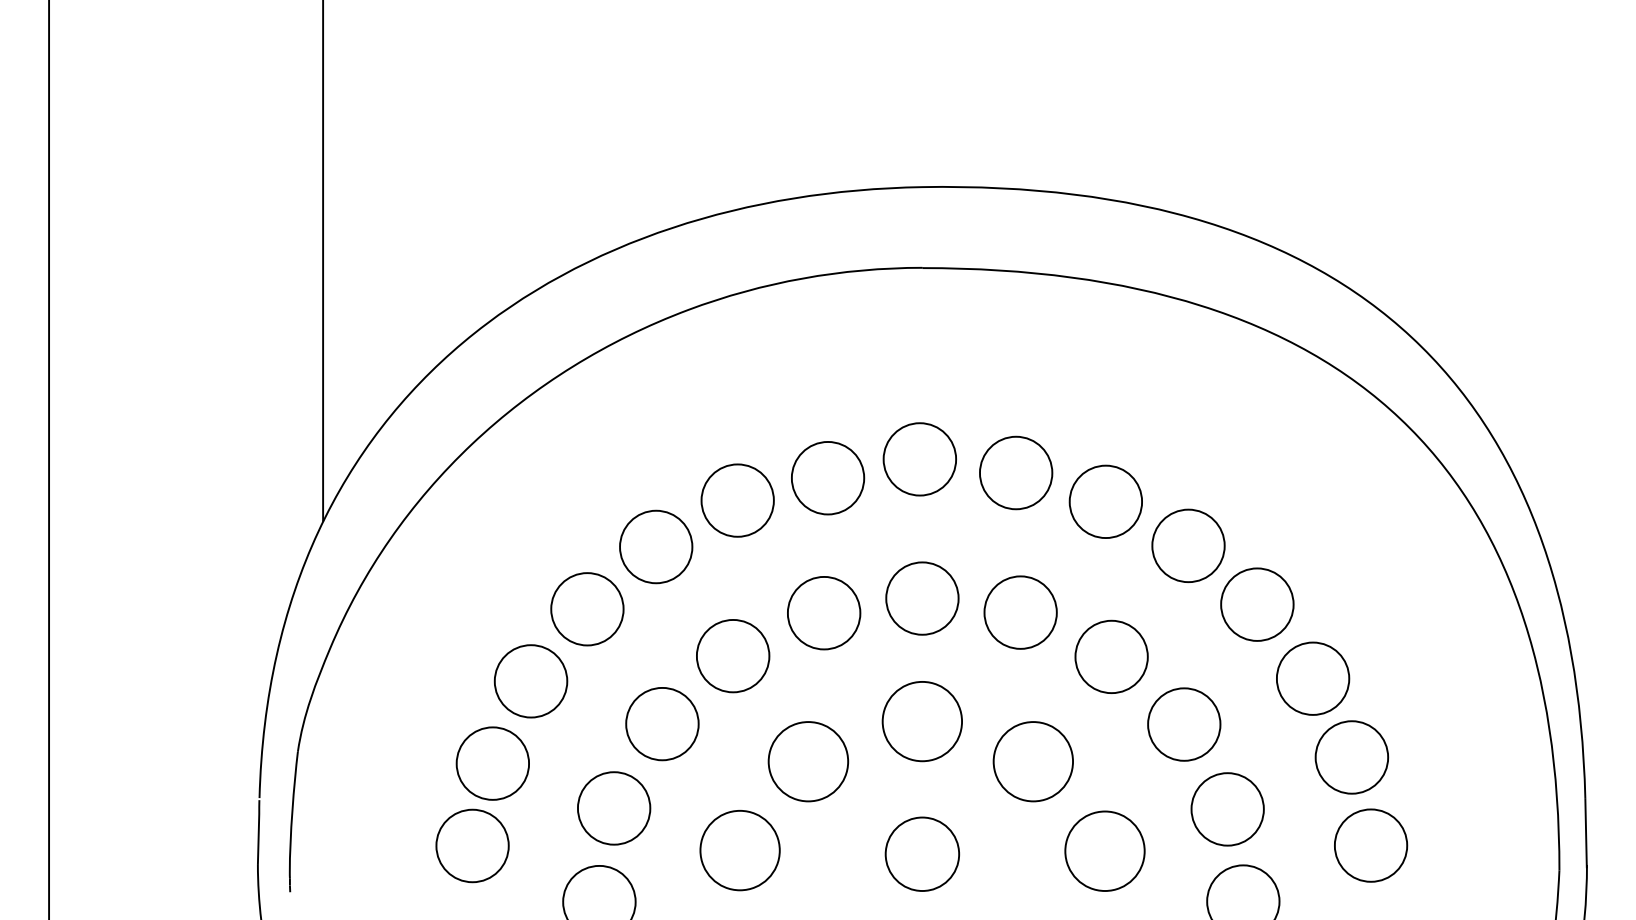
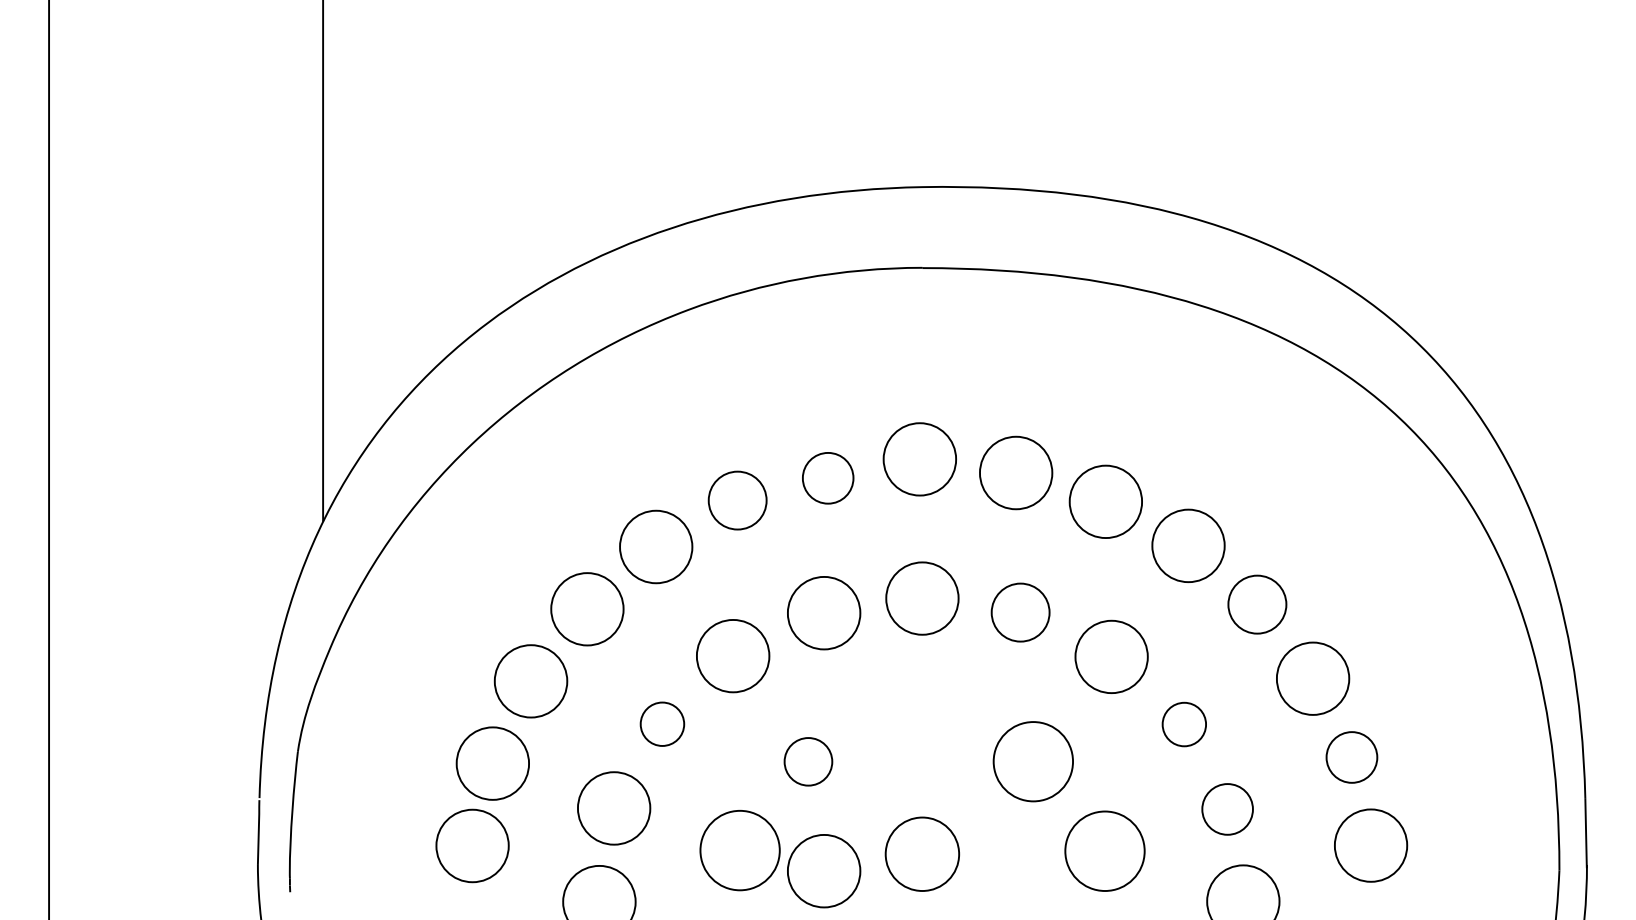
part at (828, 478) size: 75x75 px -> 53x53 px
part at (737, 500) size: 75x75 px -> 61x61 px
part at (1257, 604) size: 75x75 px -> 61x61 px
part at (1020, 612) size: 75x75 px -> 61x61 px
part at (921, 721): present -> none
part at (662, 724) size: 75x75 px -> 47x46 px
part at (1184, 724) size: 75x75 px -> 46x47 px
part at (1351, 757) size: 76x75 px -> 54x53 px
part at (808, 761) size: 83x82 px -> 51x50 px
part at (1227, 809) size: 75x75 px -> 53x53 px
part at (824, 871): none -> present
